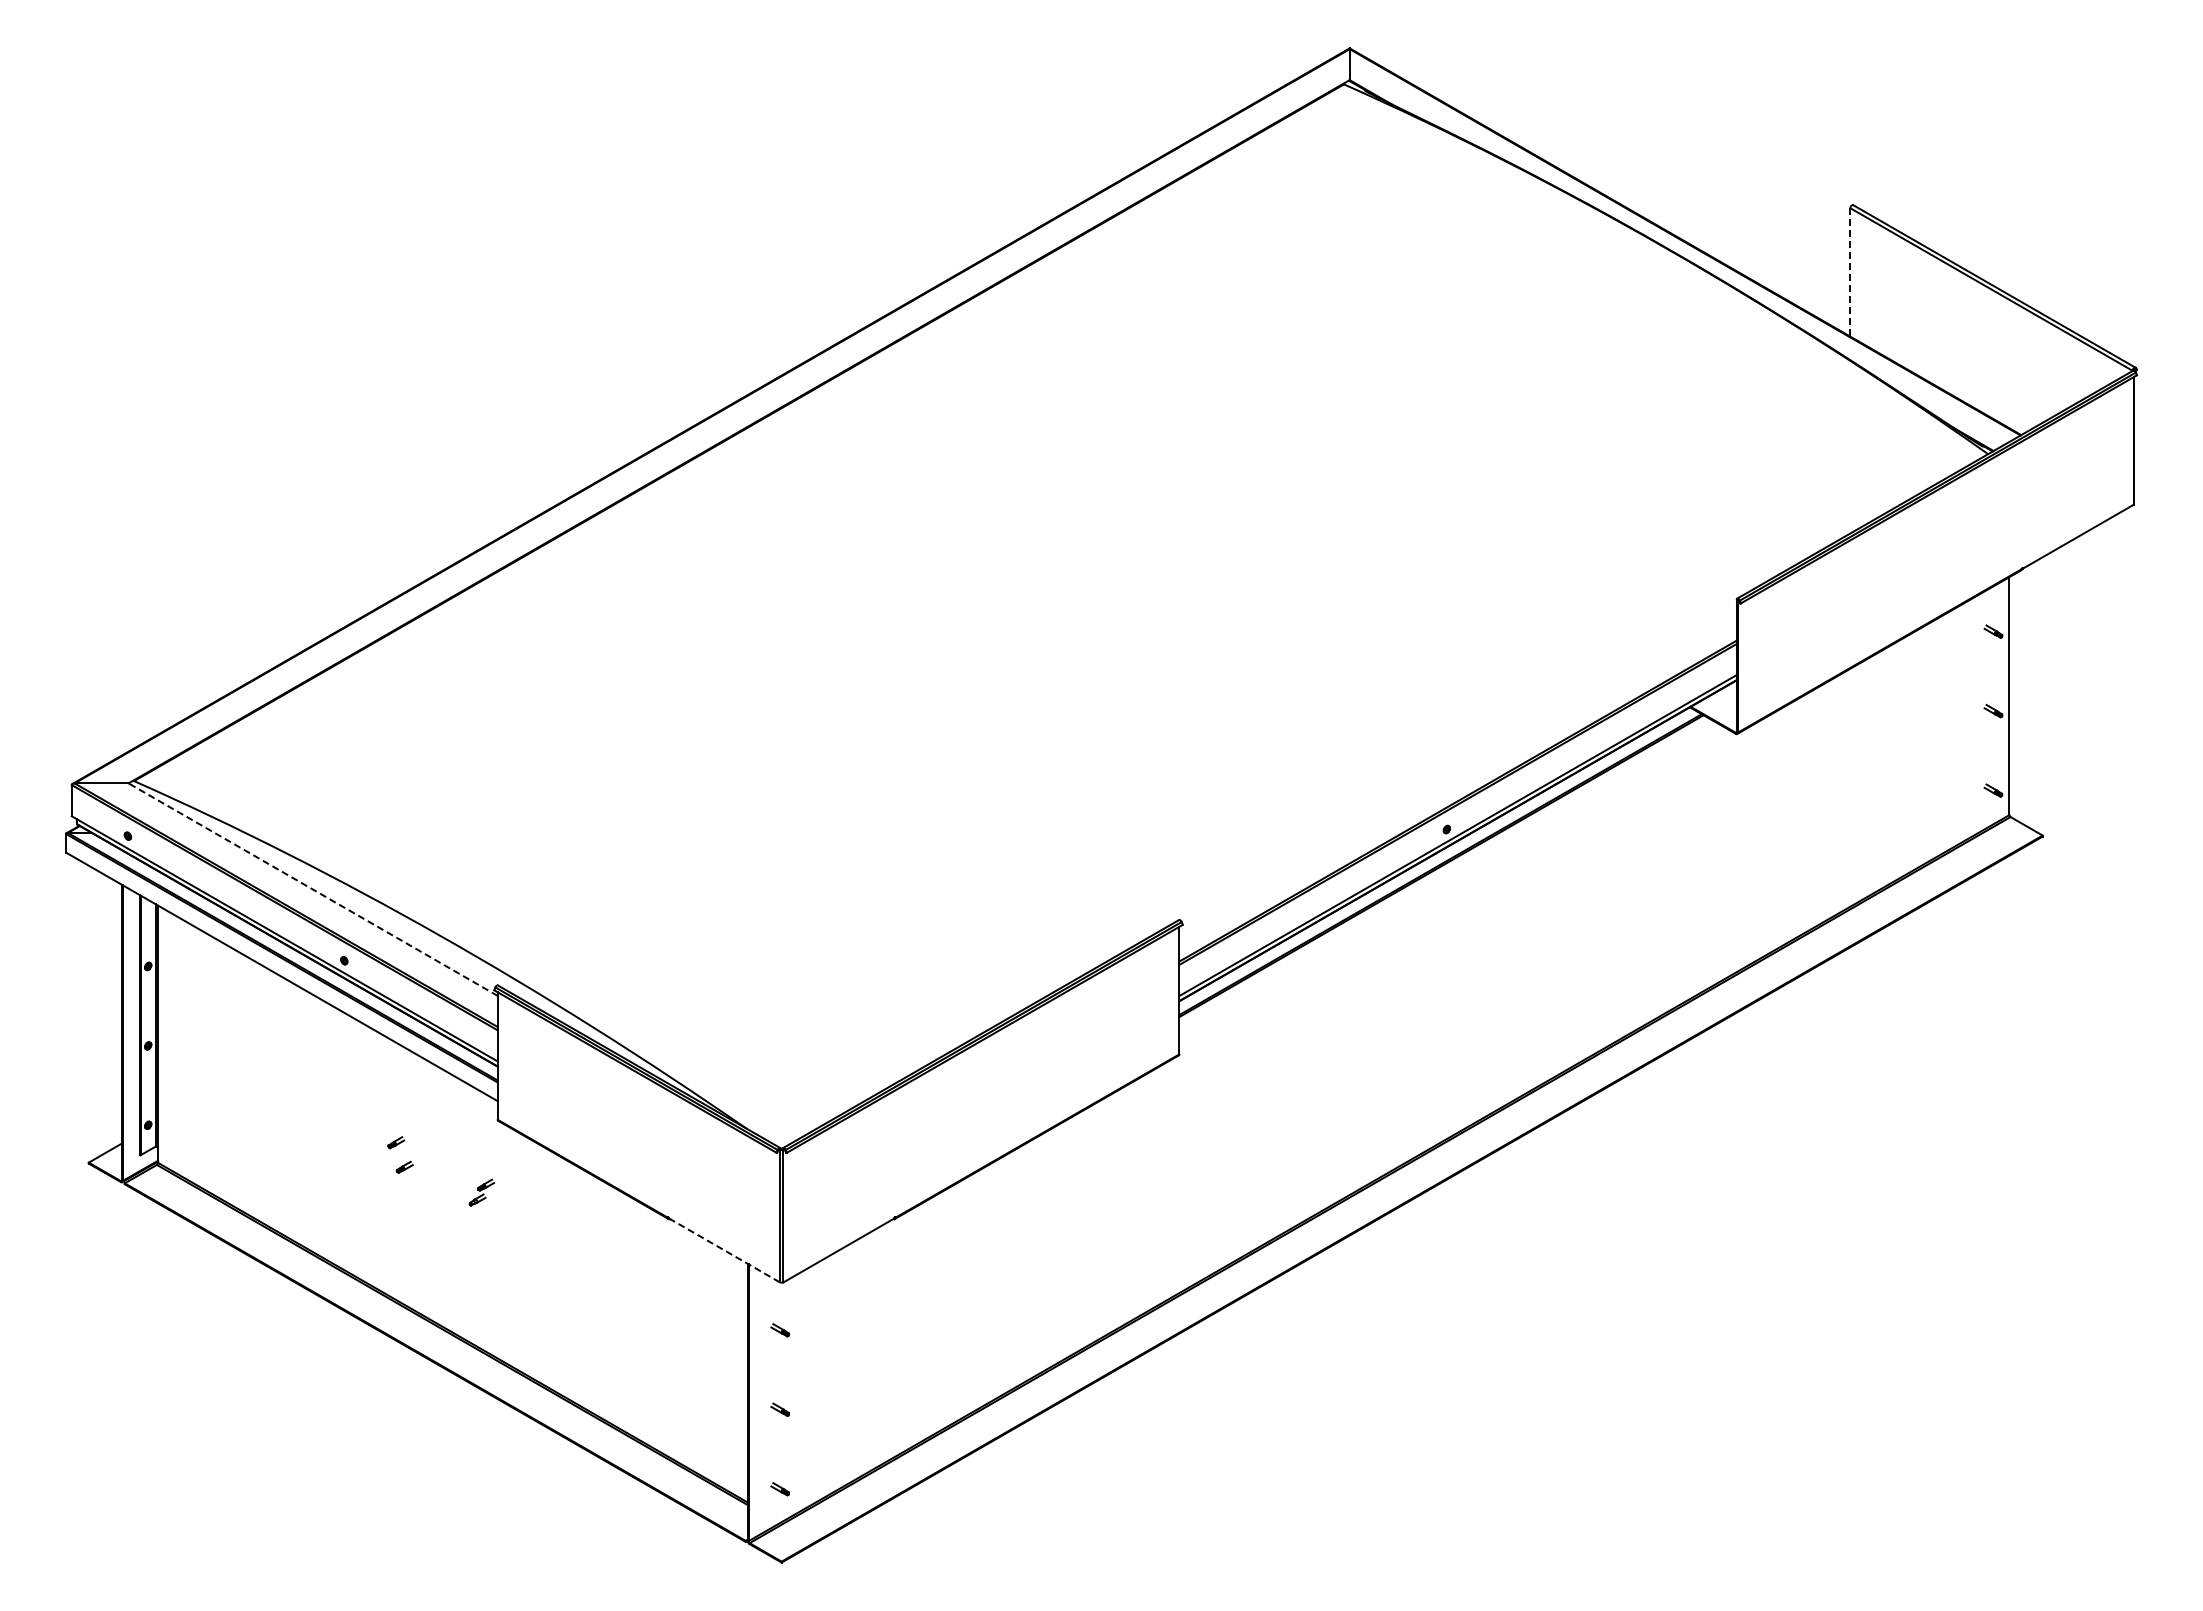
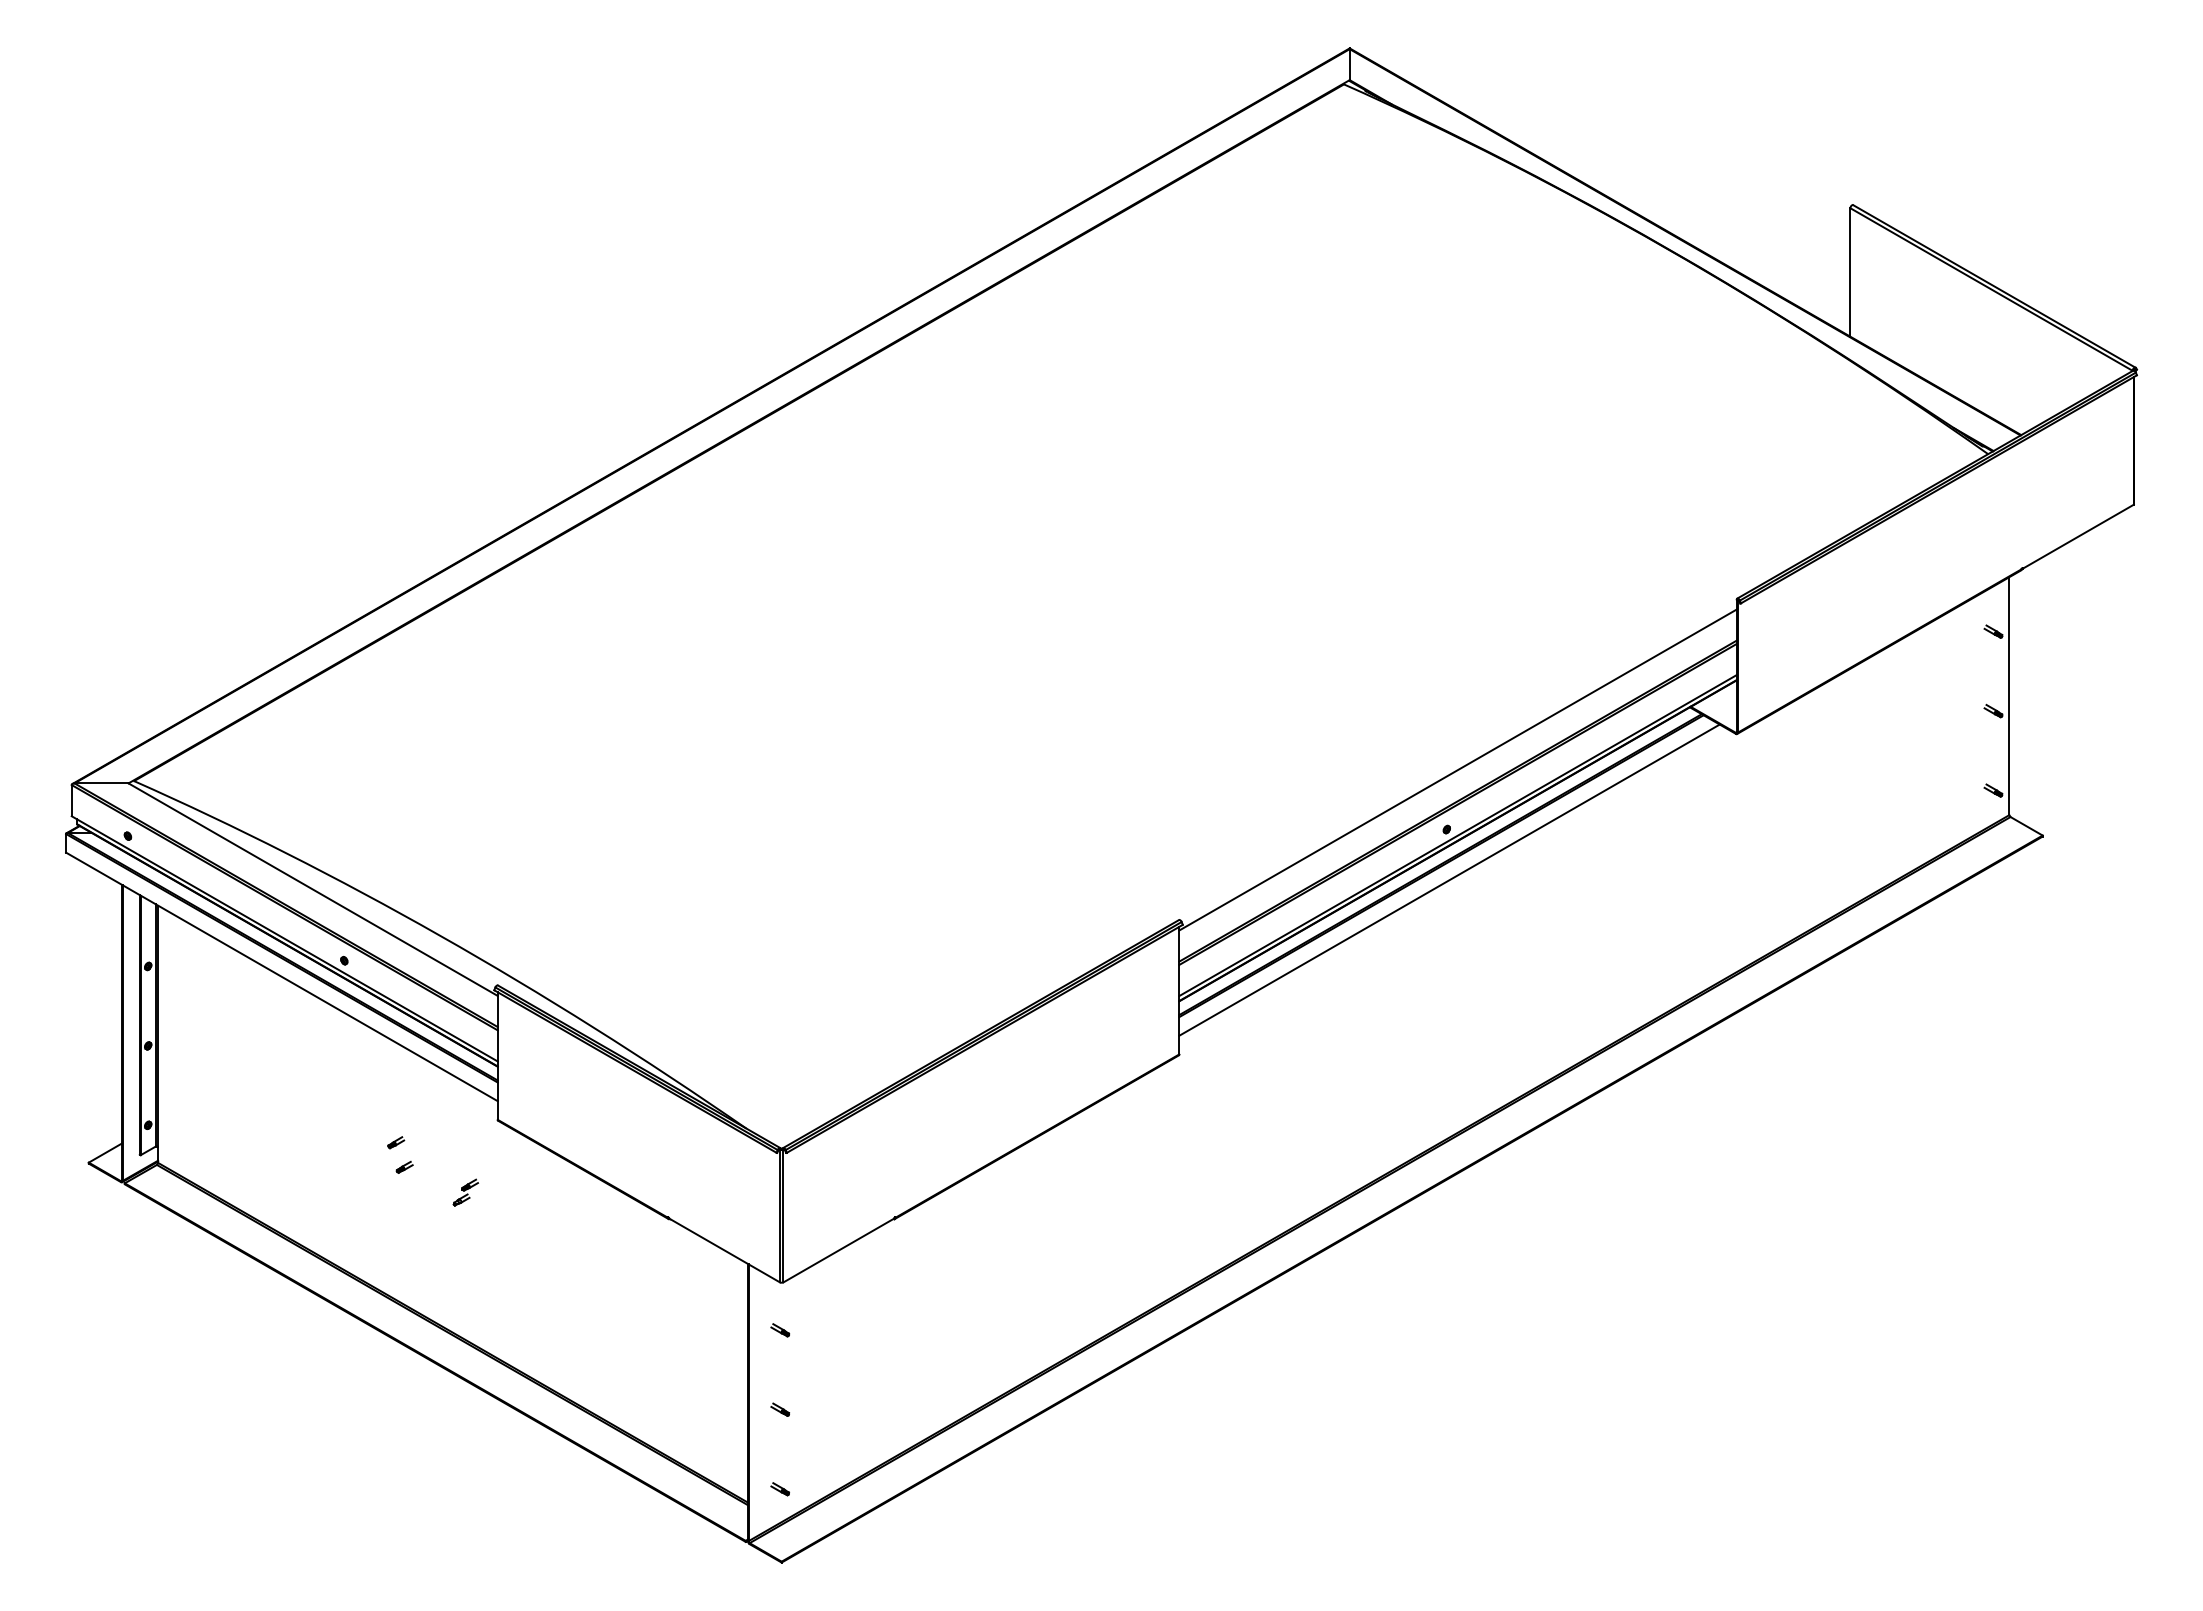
line at (1850, 273): dashed -> solid
line at (1457, 769): none -> present
line at (1449, 879): none -> present
line at (312, 889): dashed -> solid
part at (481, 1192) position: (481, 1192) -> (465, 1192)
line at (724, 1250): dashed -> solid
